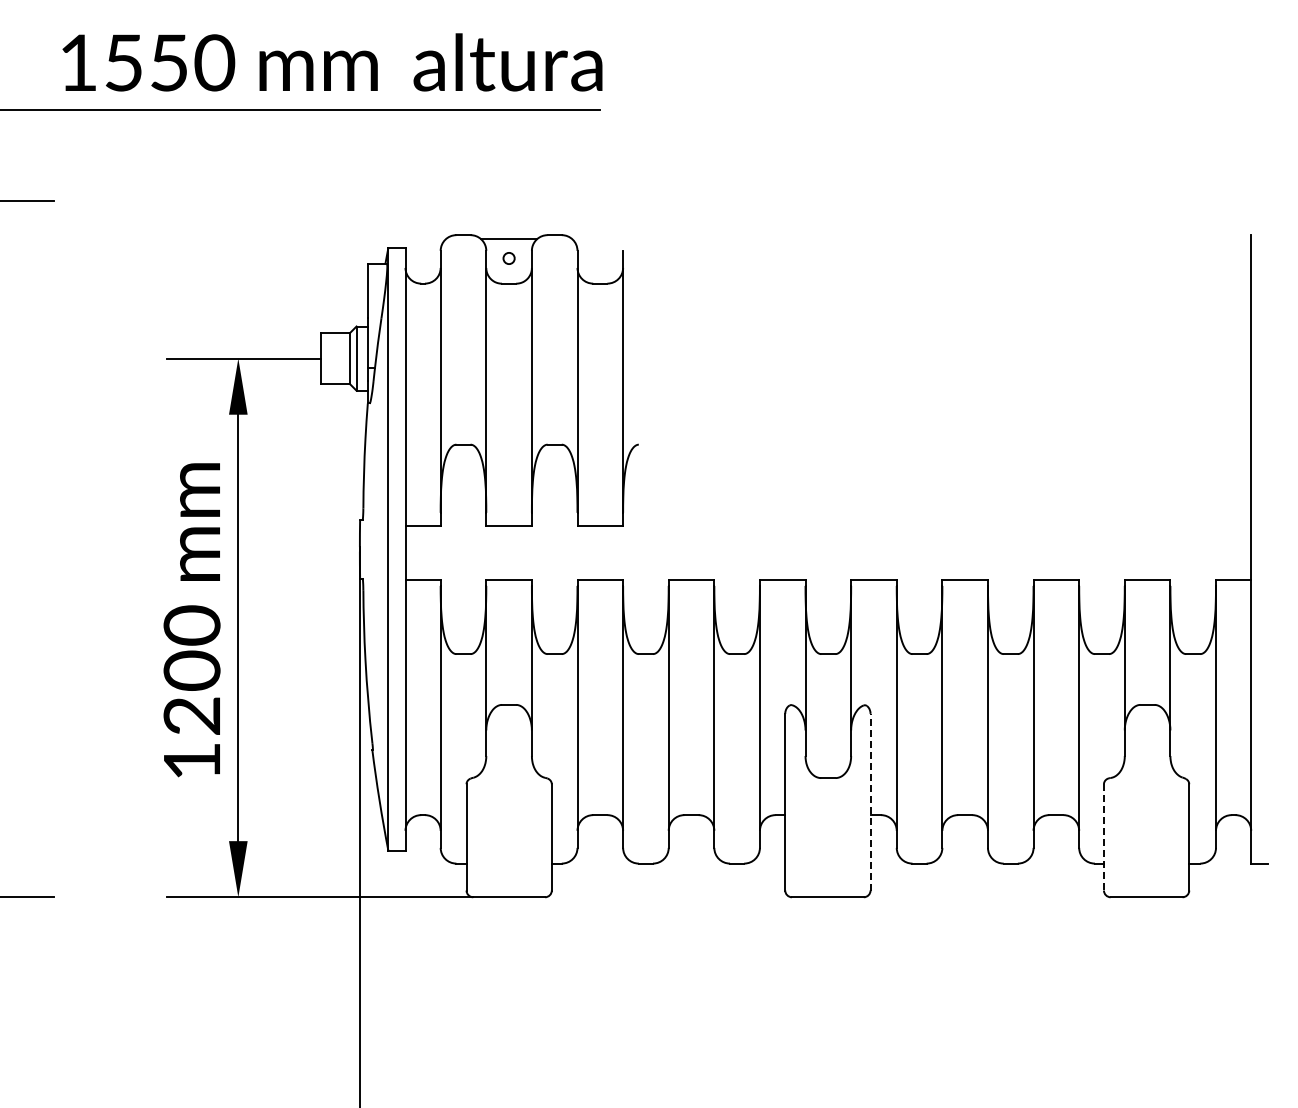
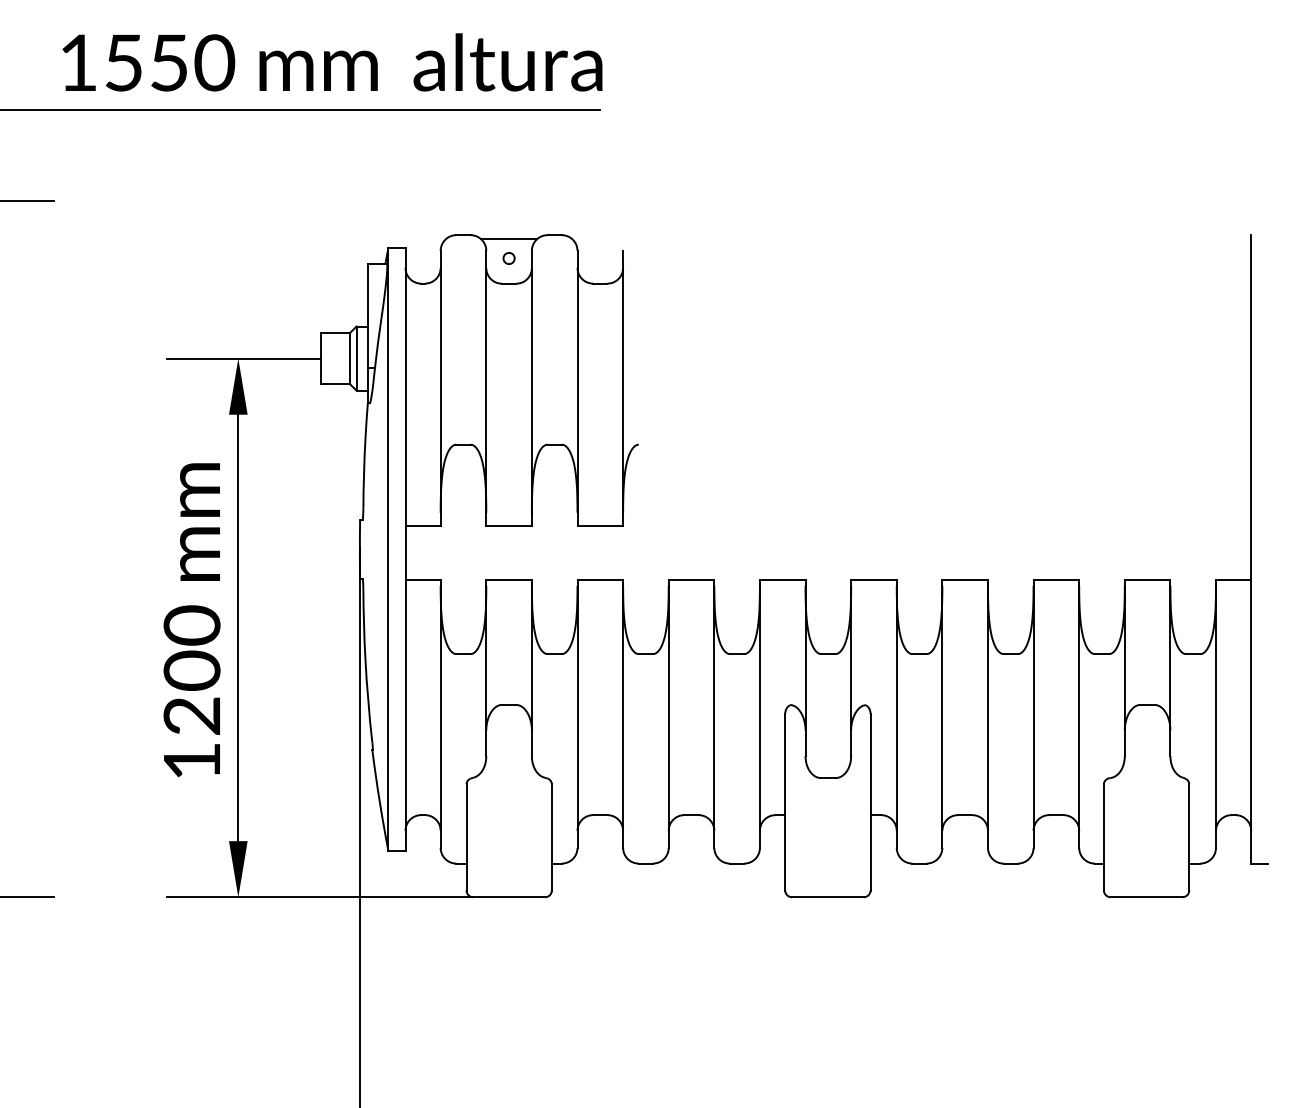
line at (870, 801): dashed -> solid
line at (1103, 837): dashed -> solid
